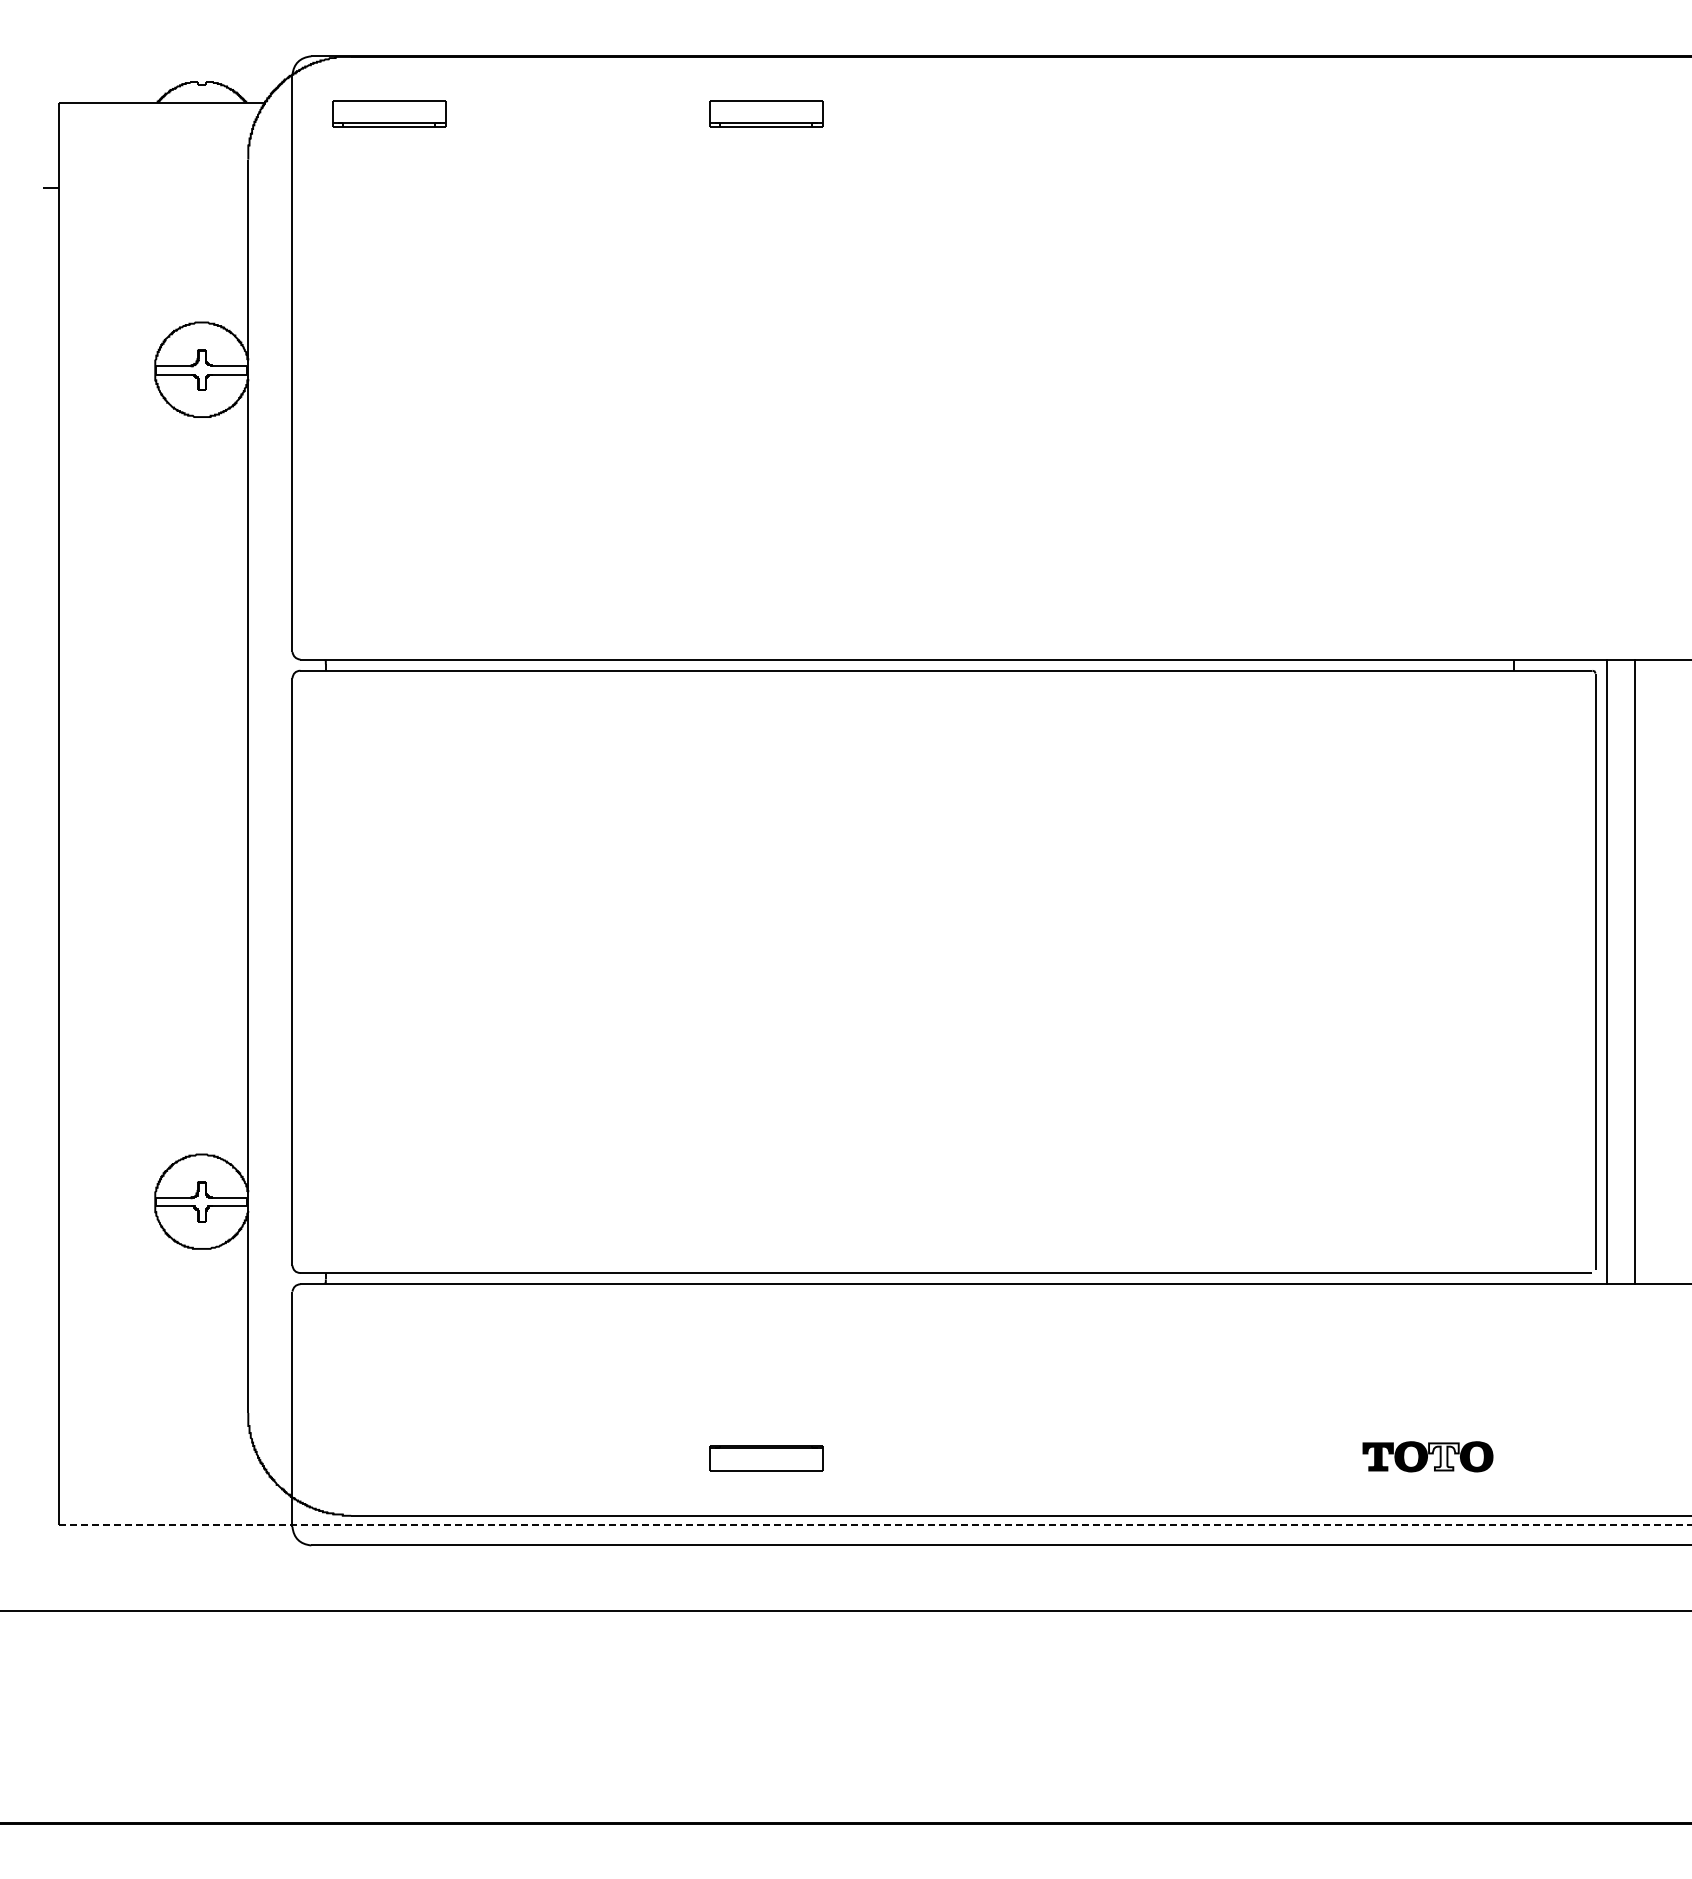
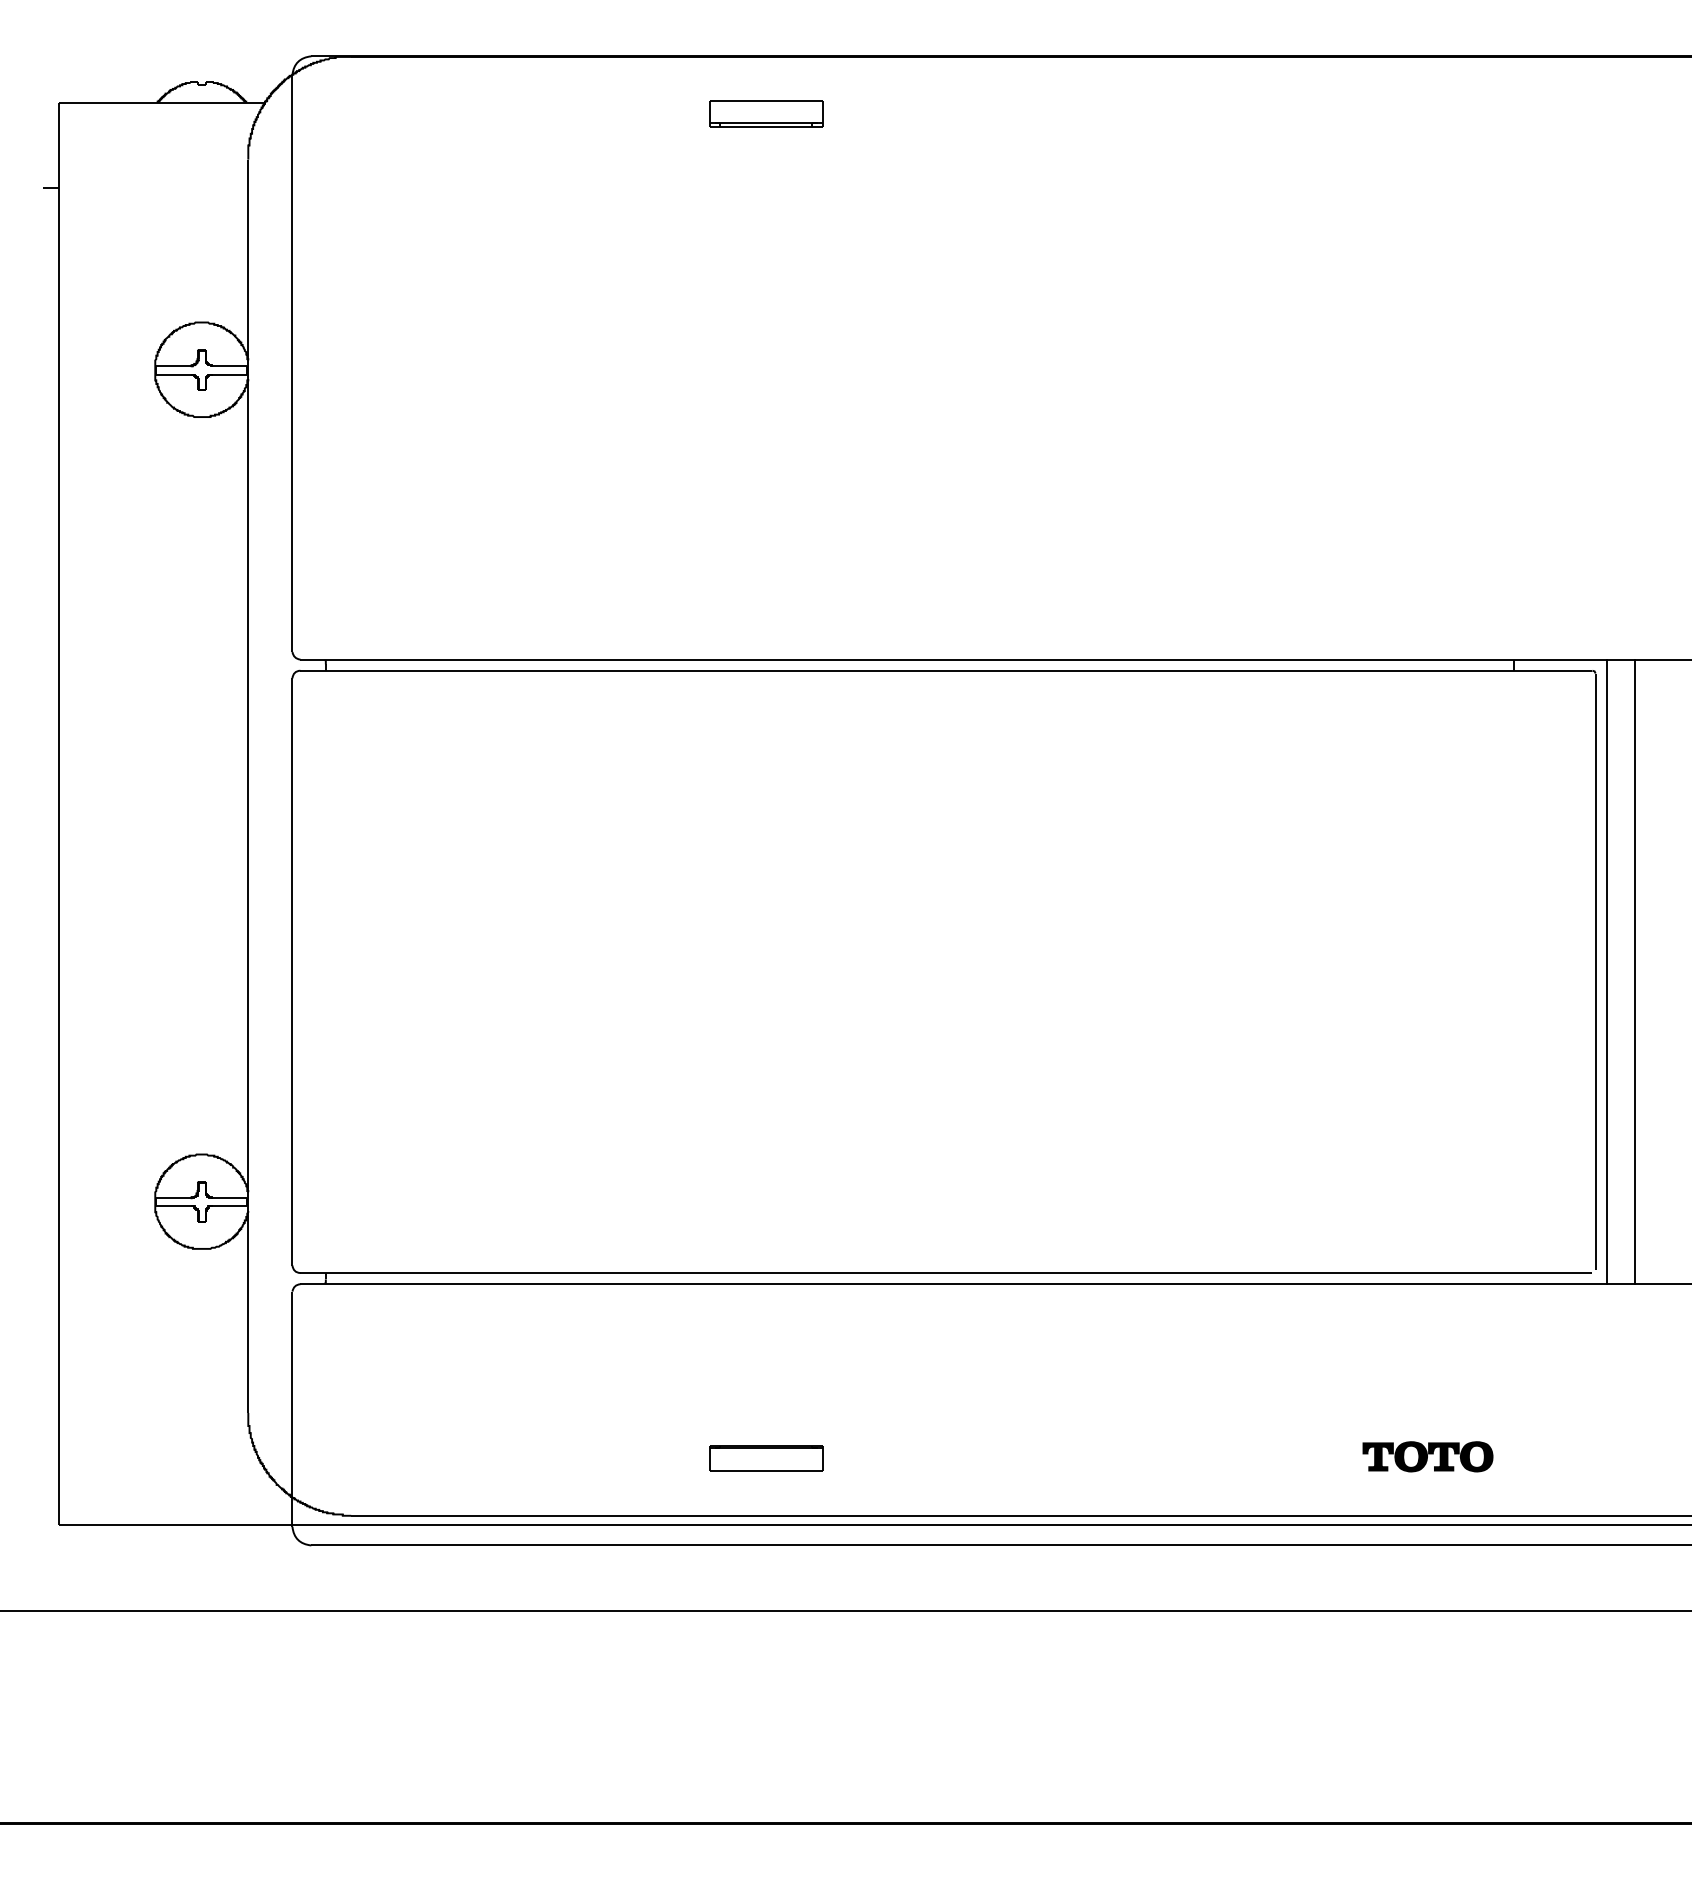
part at (389, 113): present -> none
fill at (1443, 1456): none -> present
line at (875, 1525): dashed -> solid
